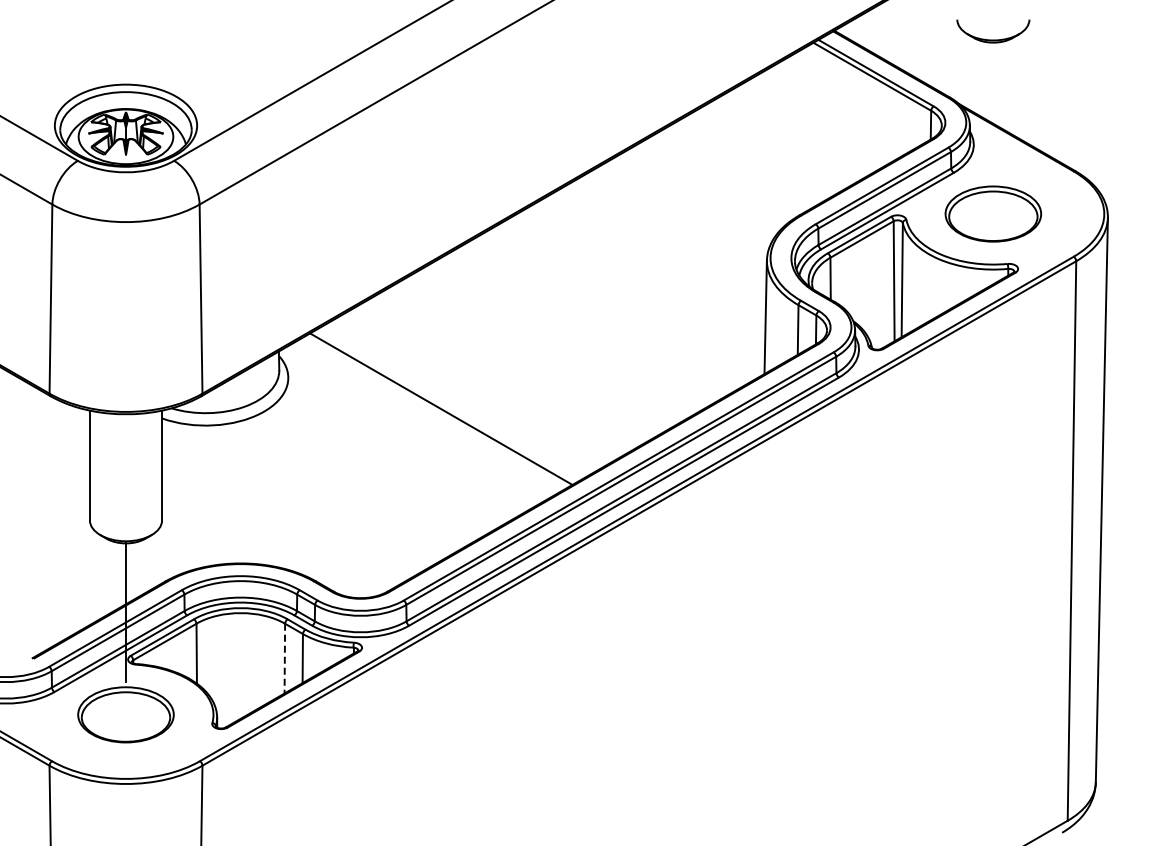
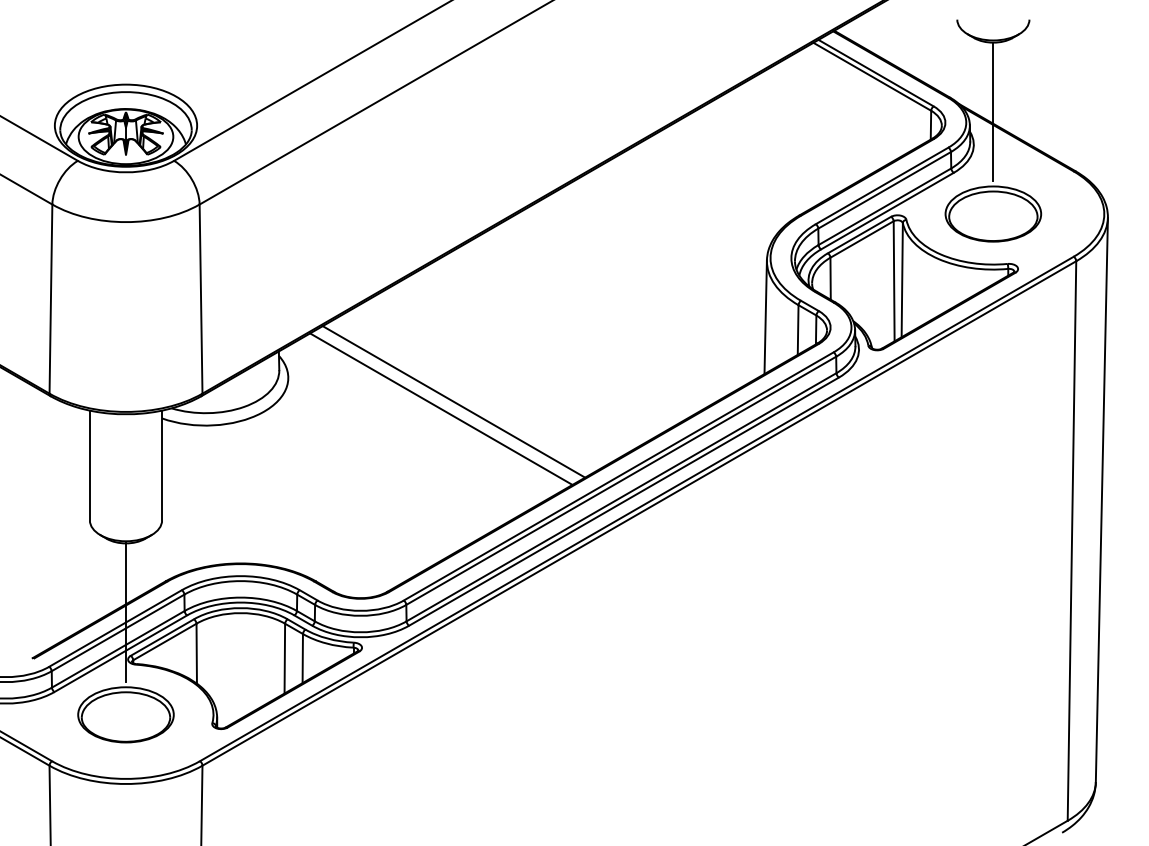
line at (993, 111): none -> present
line at (453, 401): none -> present
line at (284, 658): dashed -> solid
